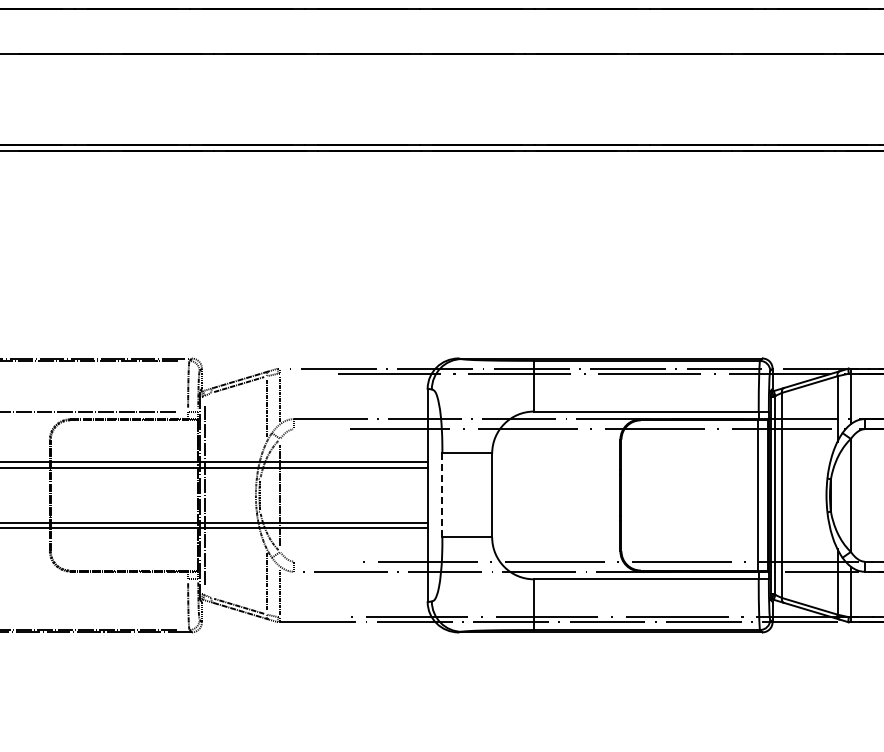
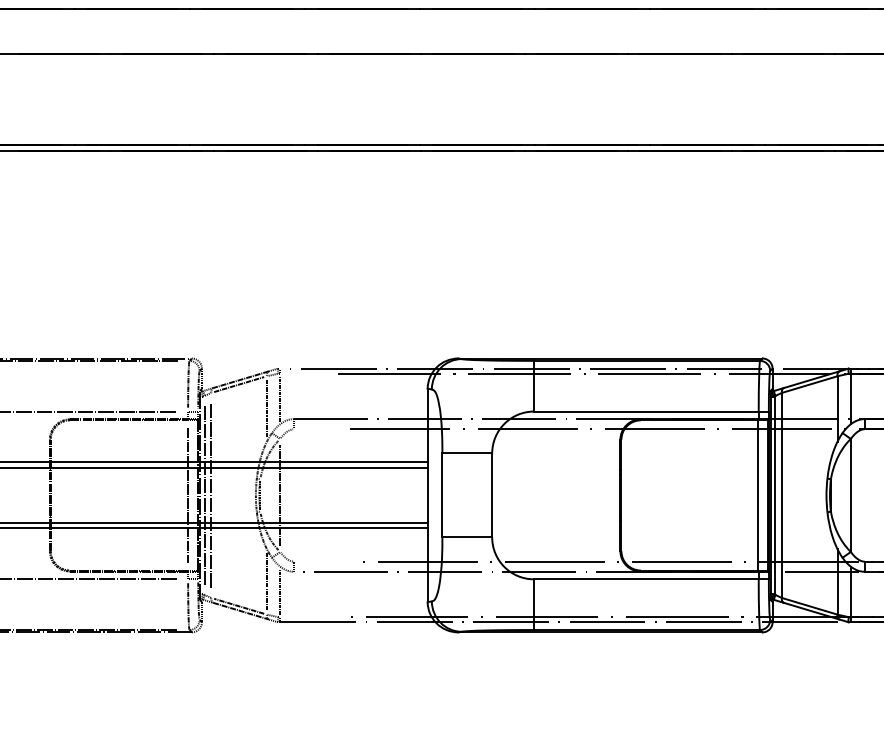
line at (187, 495): none -> present
line at (211, 495): none -> present
line at (442, 495): dashed -> solid
line at (89, 579): none -> present
